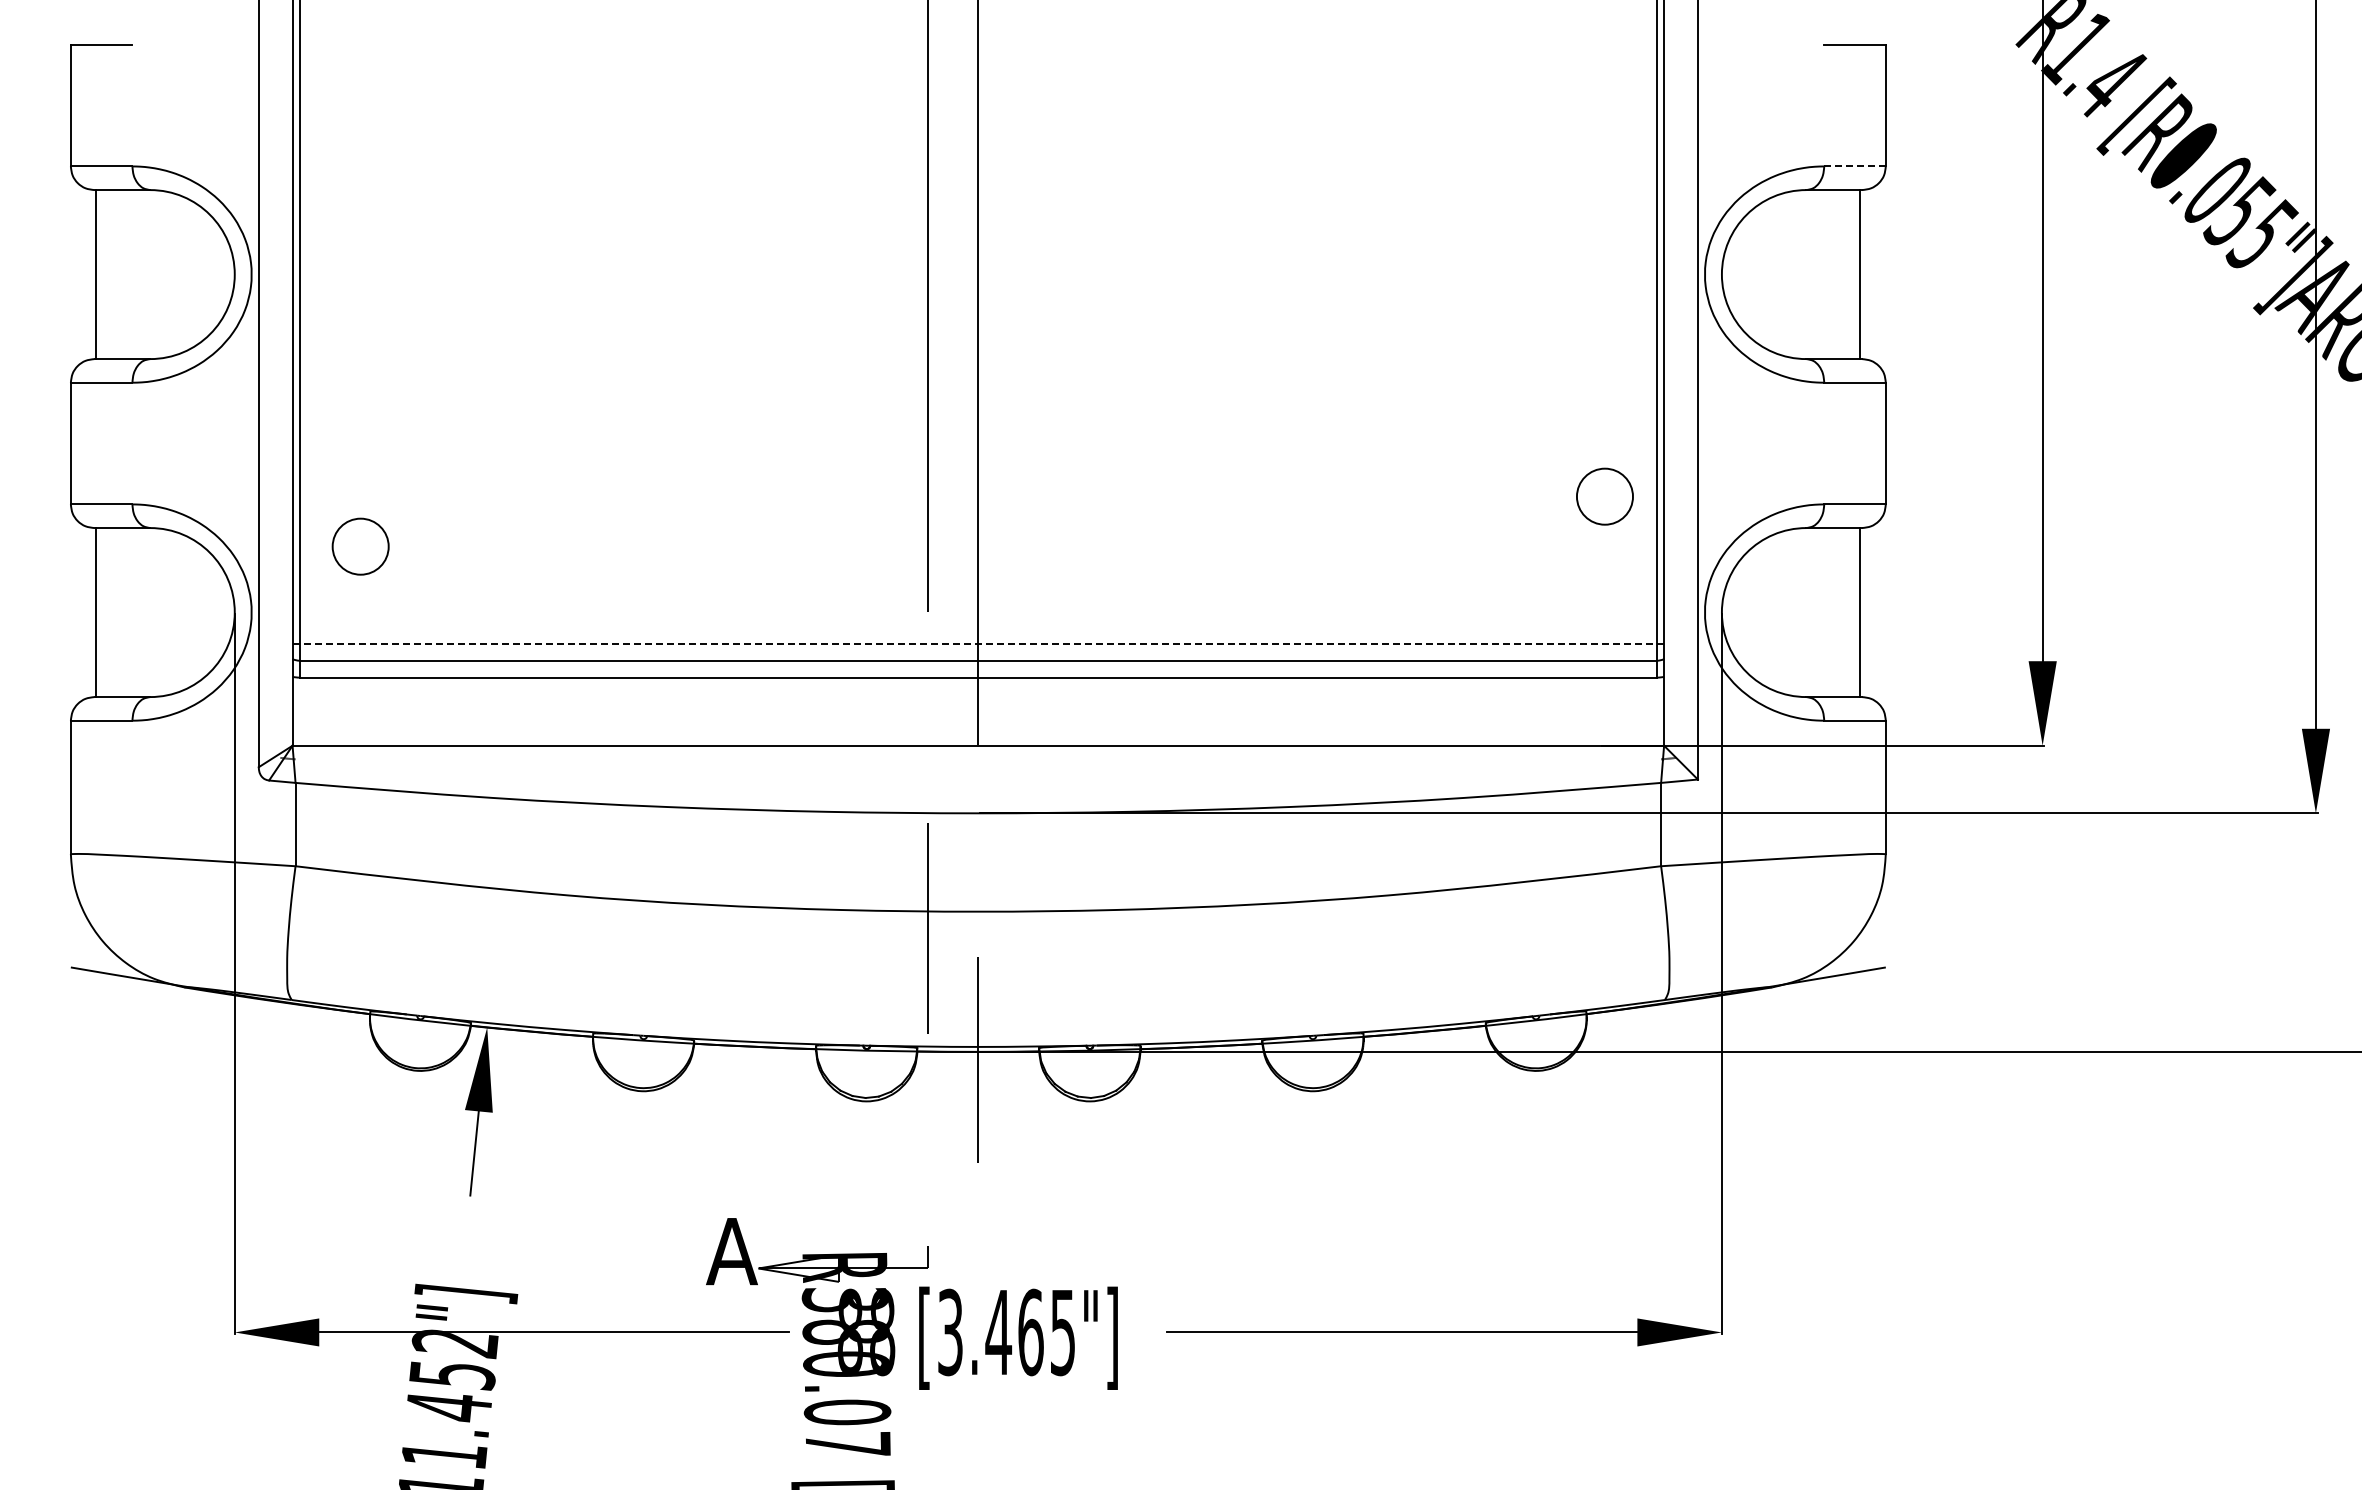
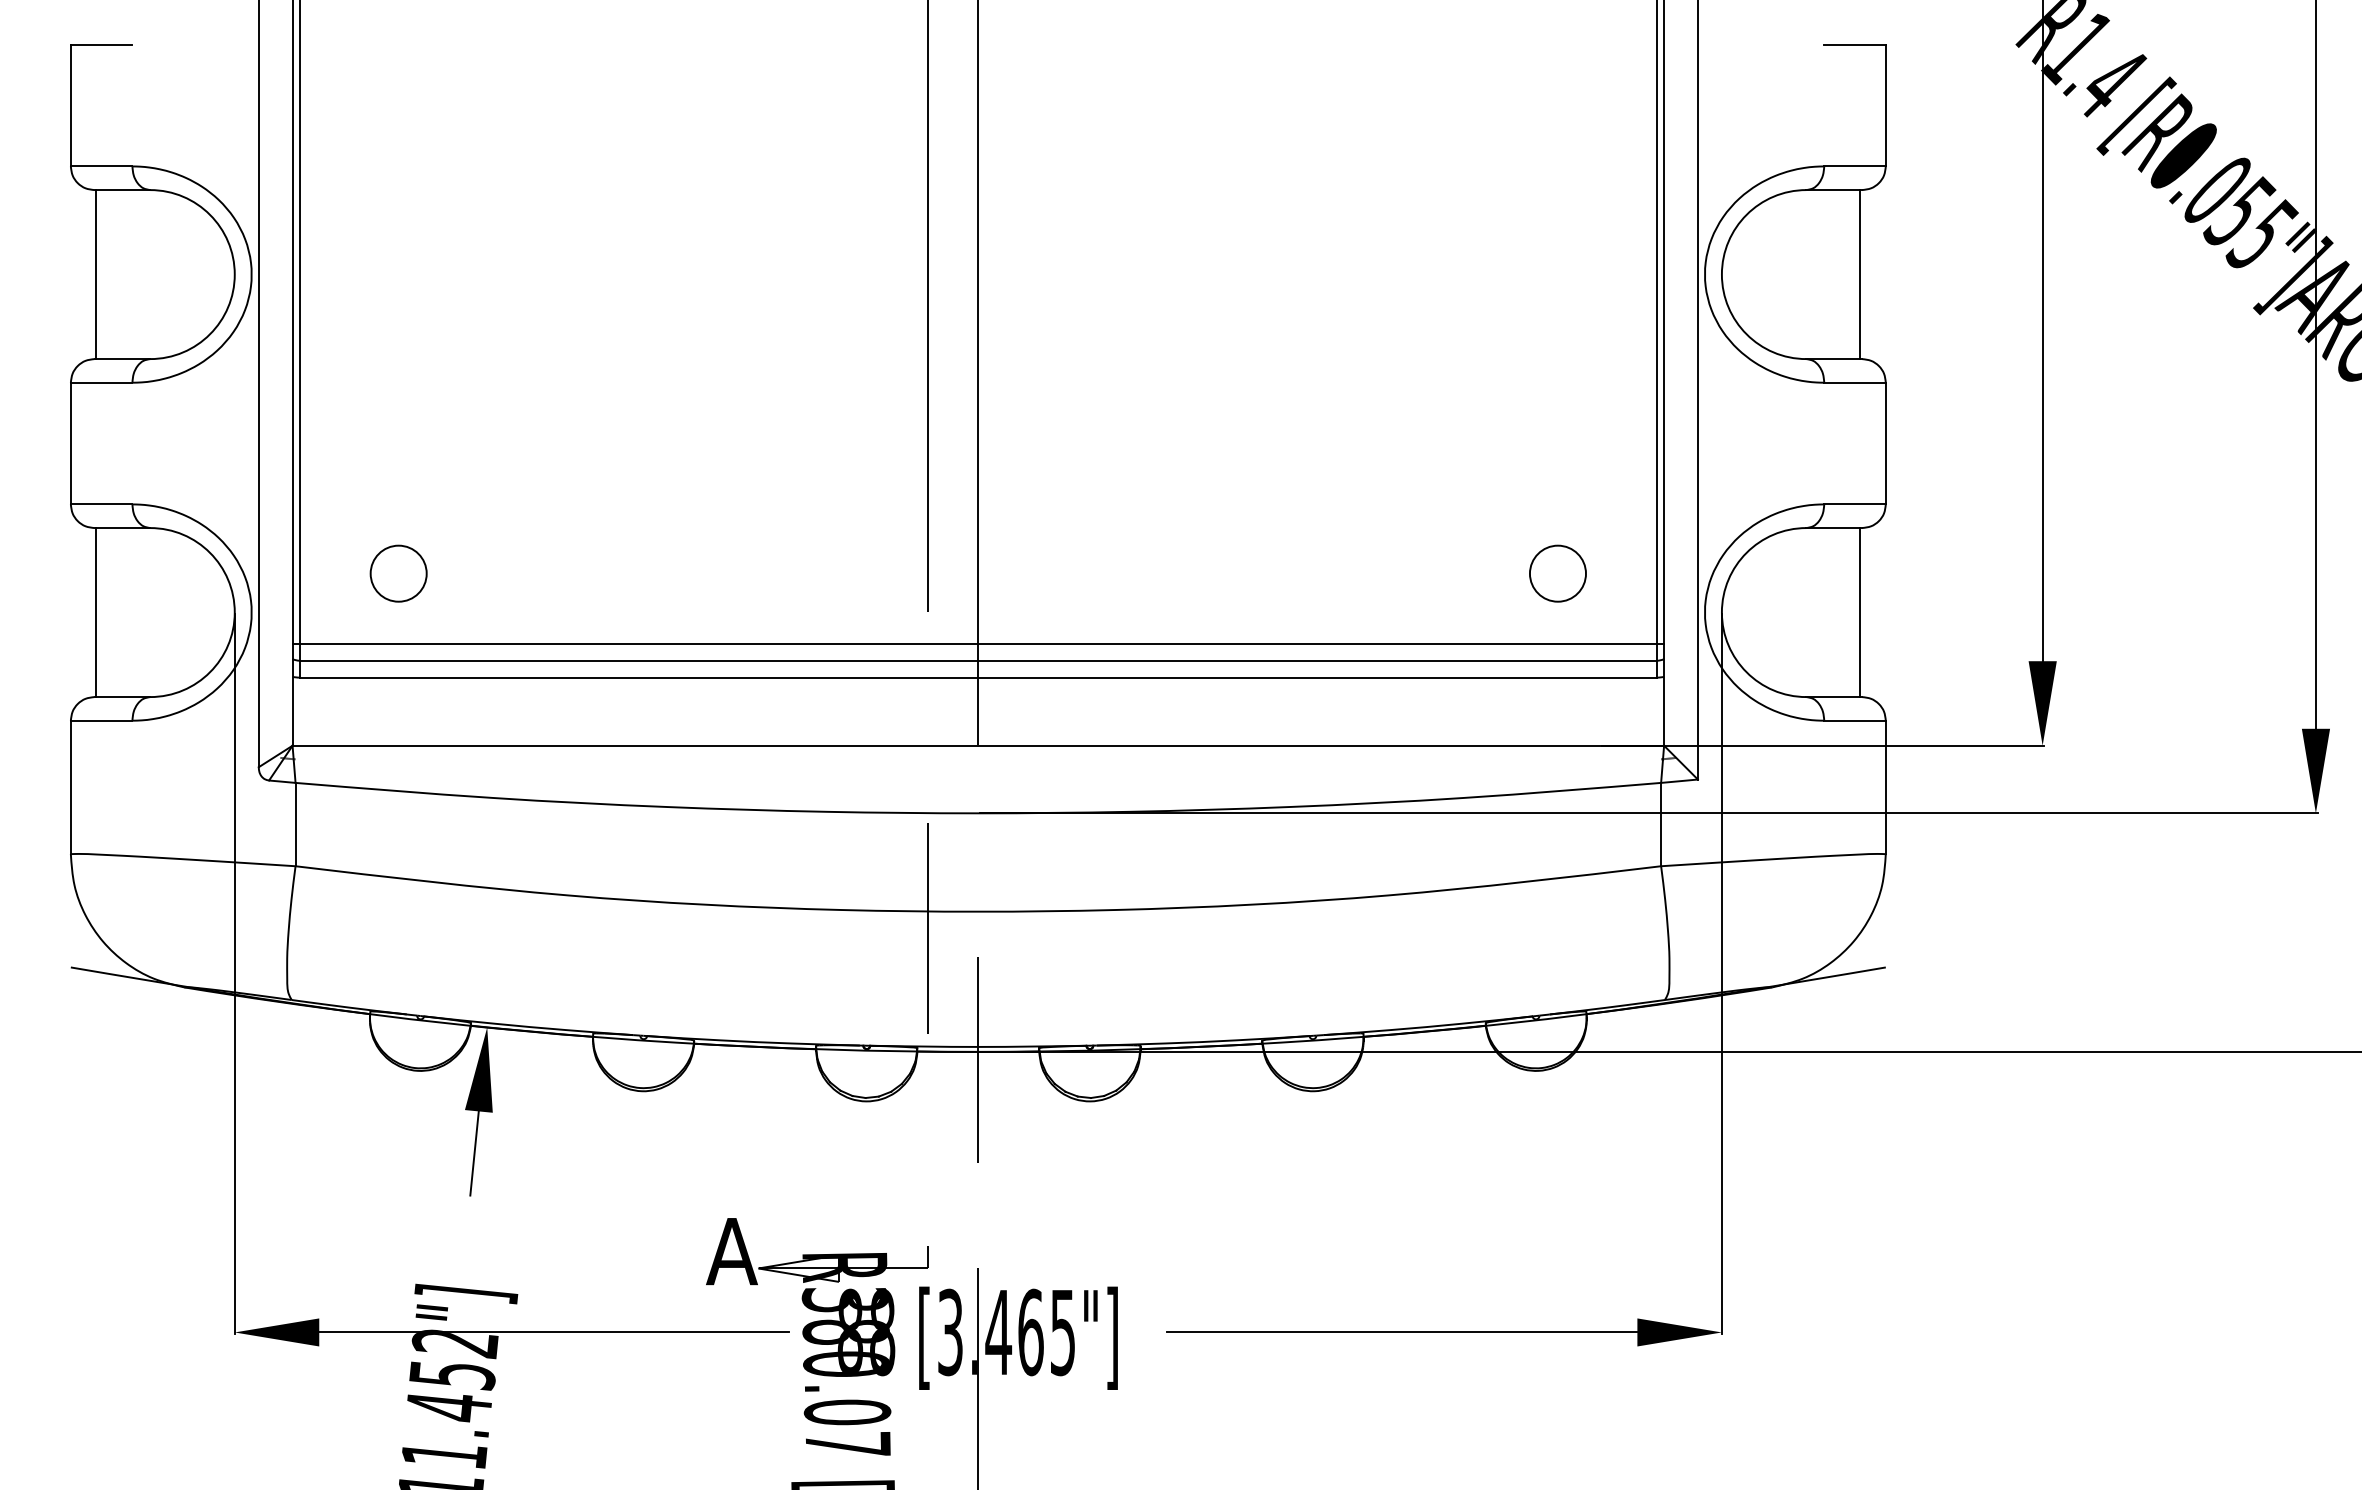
line at (1855, 166): dashed -> solid
circle at (1604, 496) position: (1604, 496) -> (1557, 573)
circle at (360, 546) position: (360, 546) -> (398, 573)
line at (978, 643): dashed -> solid
line at (978, 1377): none -> present
